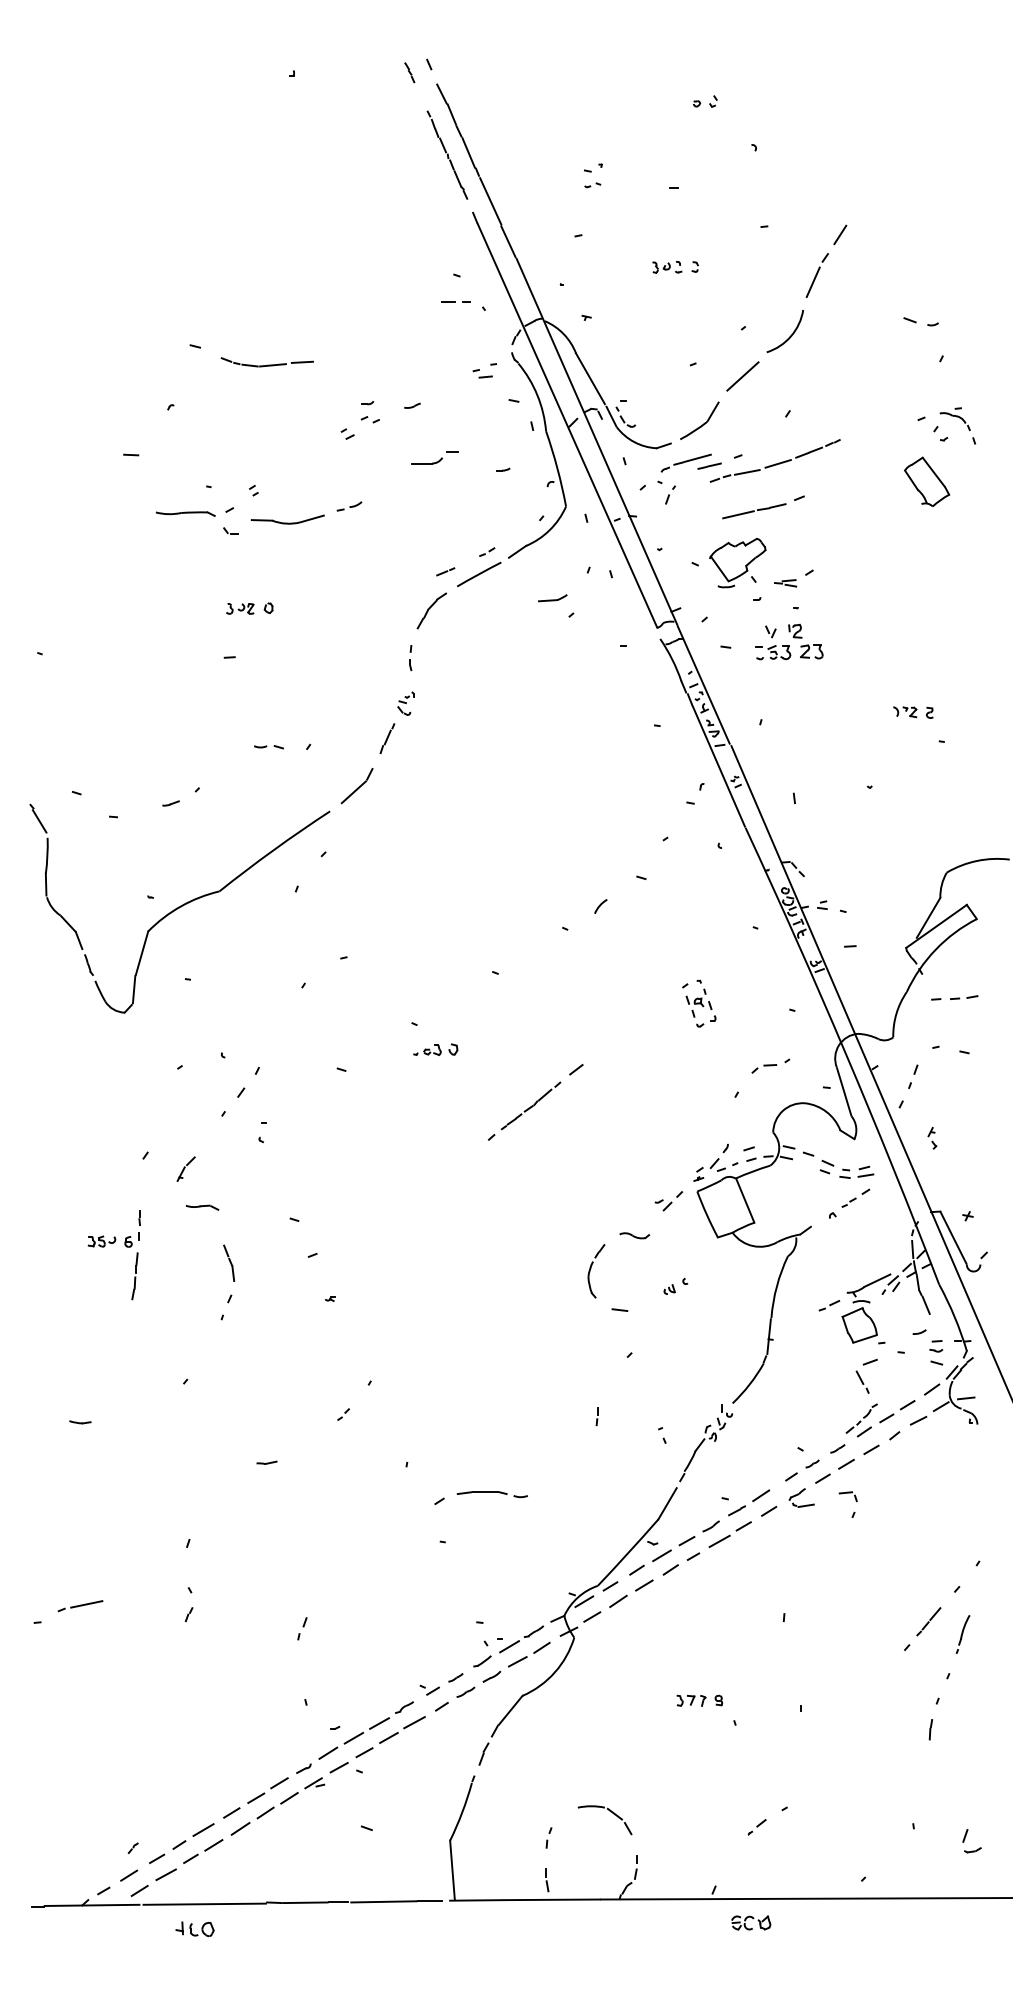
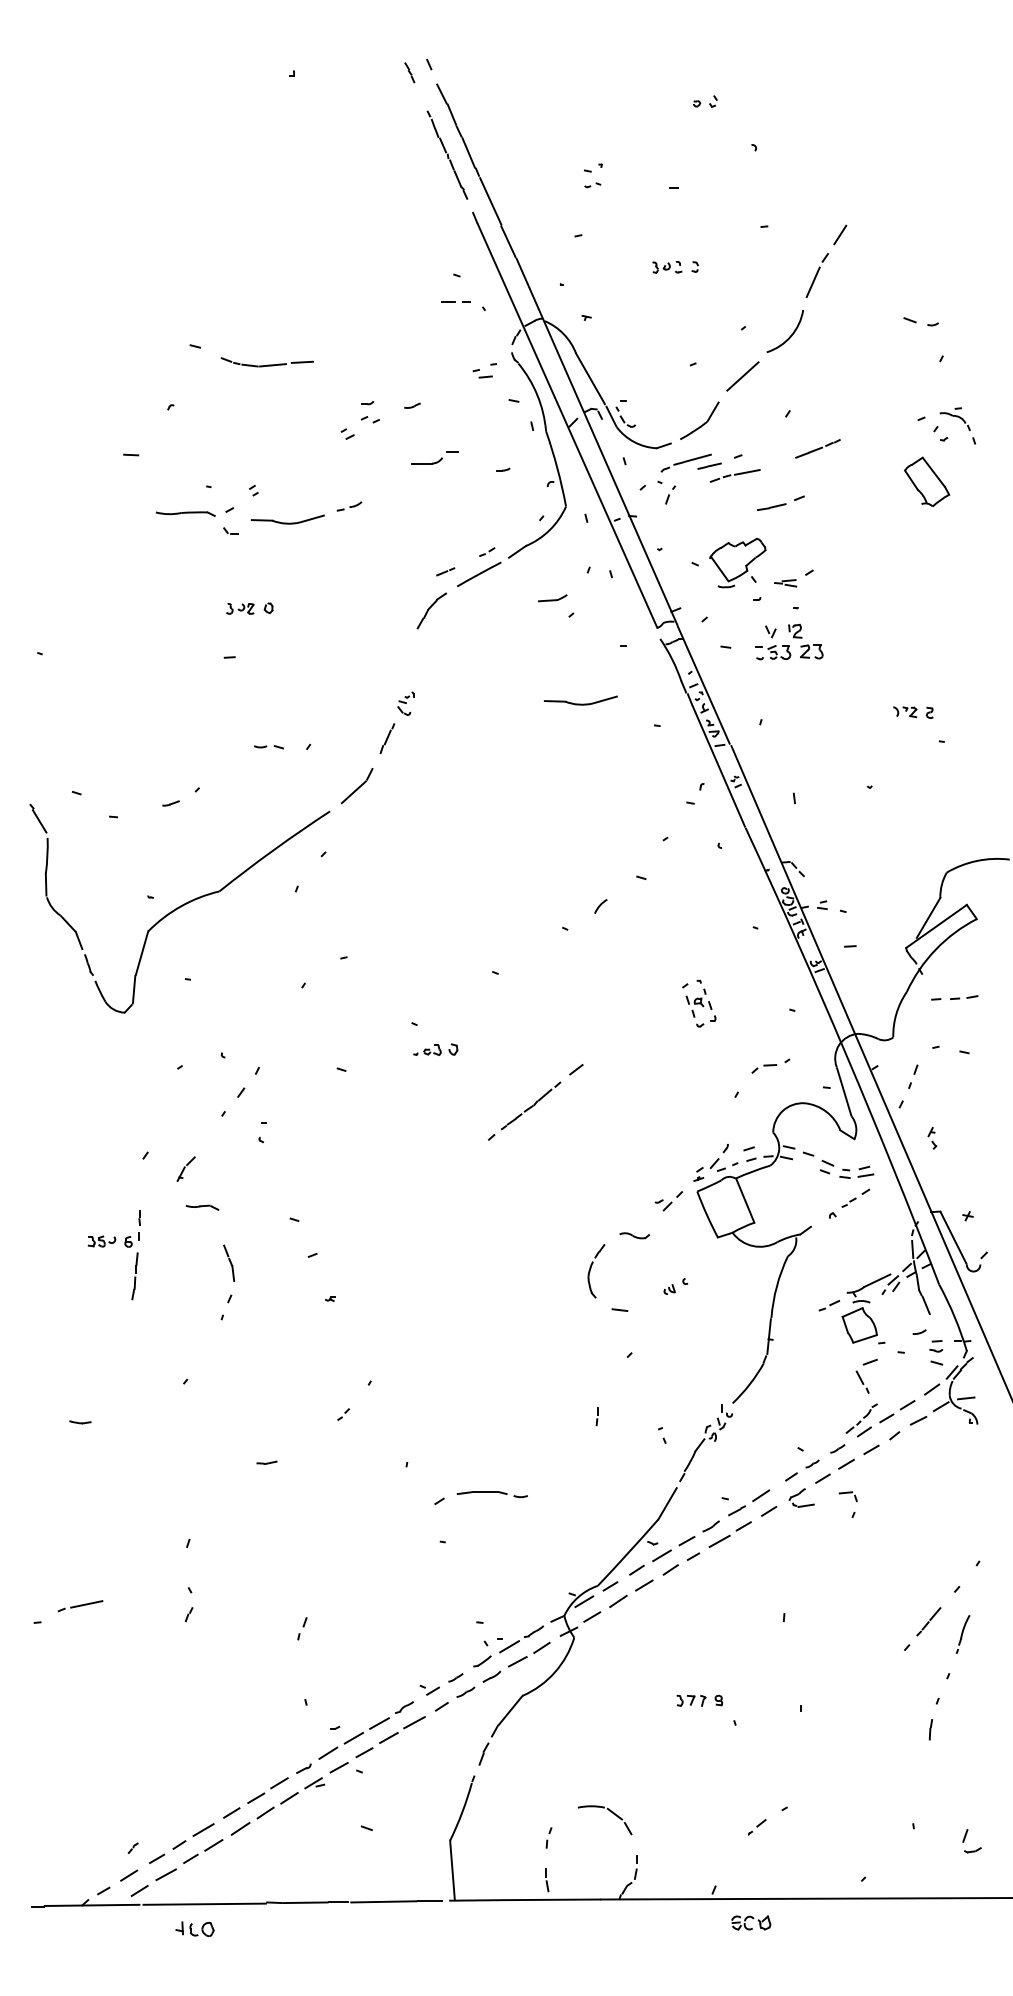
line at (777, 463): present -> none
line at (738, 514): present -> none
part at (410, 657): present -> none
part at (580, 700): none -> present
